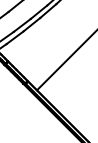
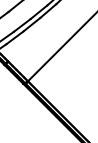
line at (65, 61) position: (65, 61) -> (60, 47)
